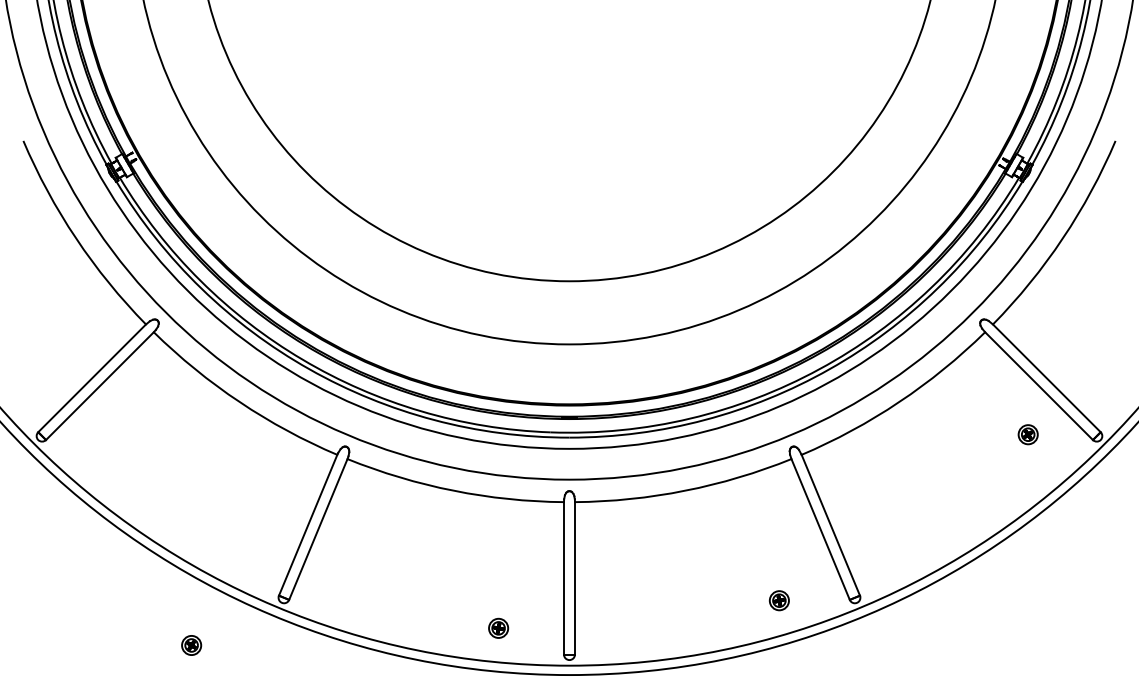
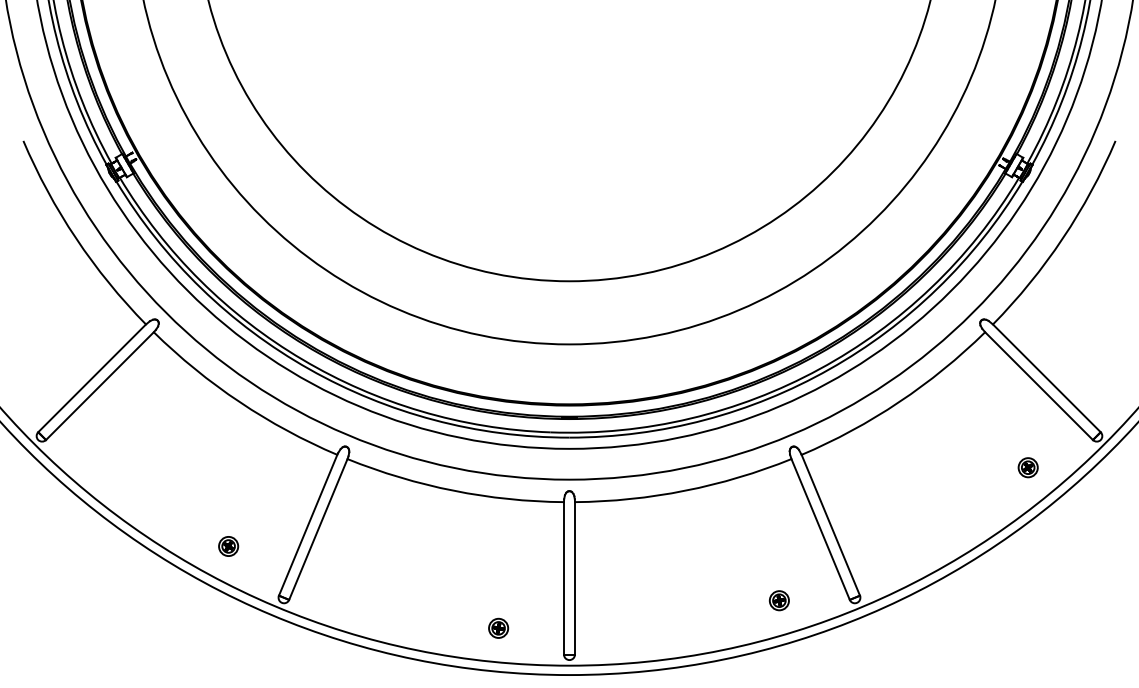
part at (1027, 434) position: (1027, 434) -> (1027, 467)
part at (191, 645) position: (191, 645) -> (228, 546)
